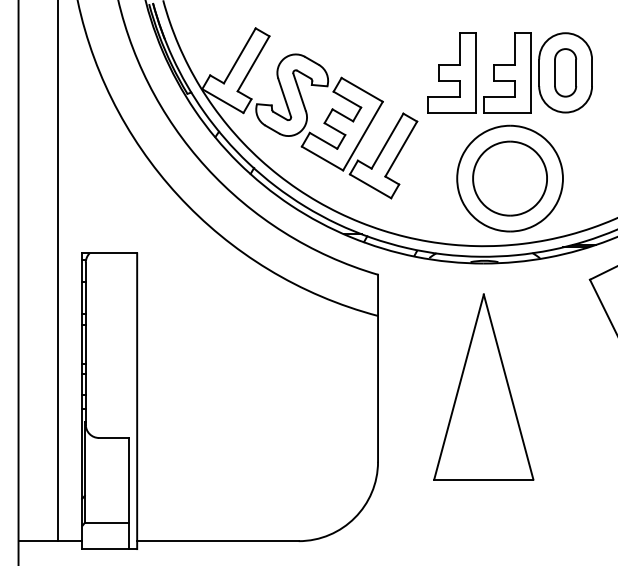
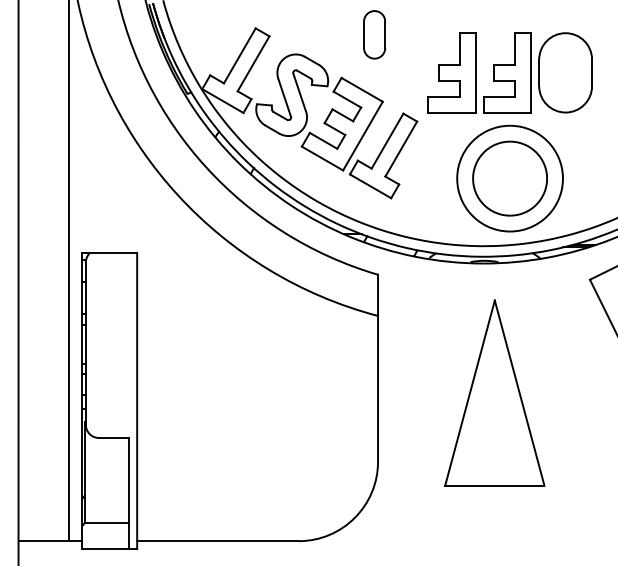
part at (565, 72) position: (565, 72) -> (374, 34)
line at (58, 271) position: (58, 271) -> (69, 271)
part at (483, 386) position: (483, 386) -> (494, 392)
